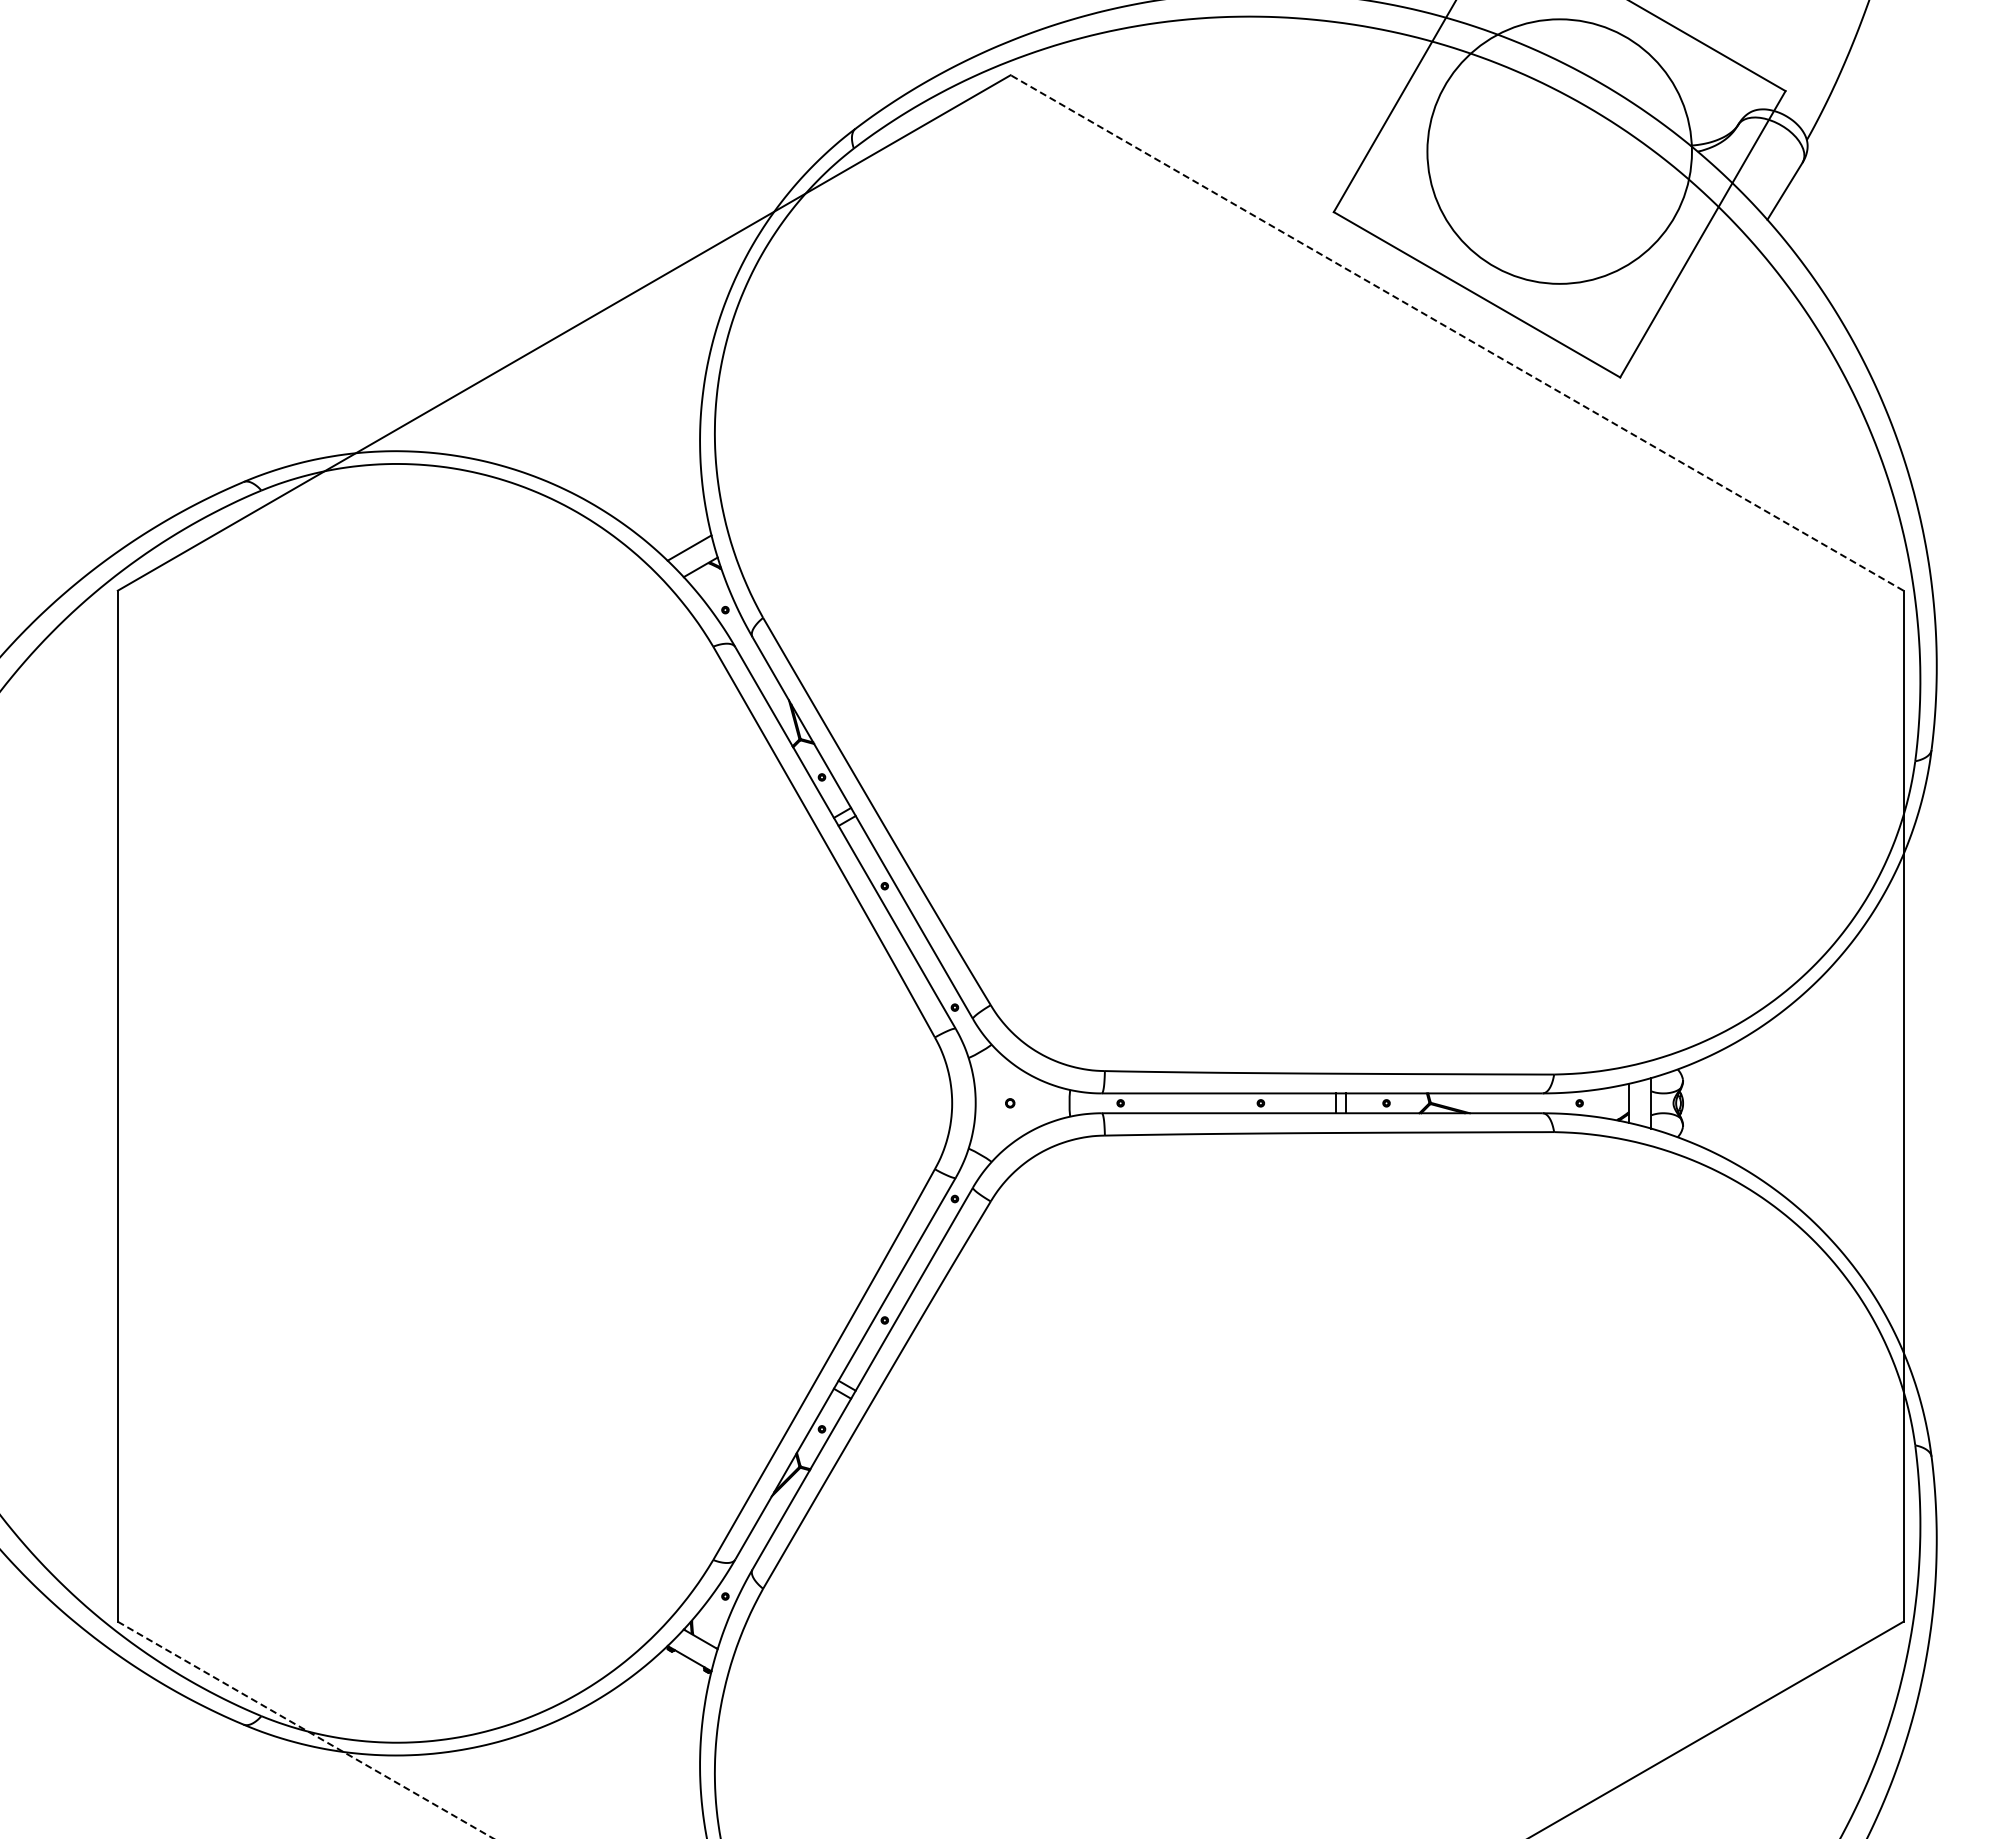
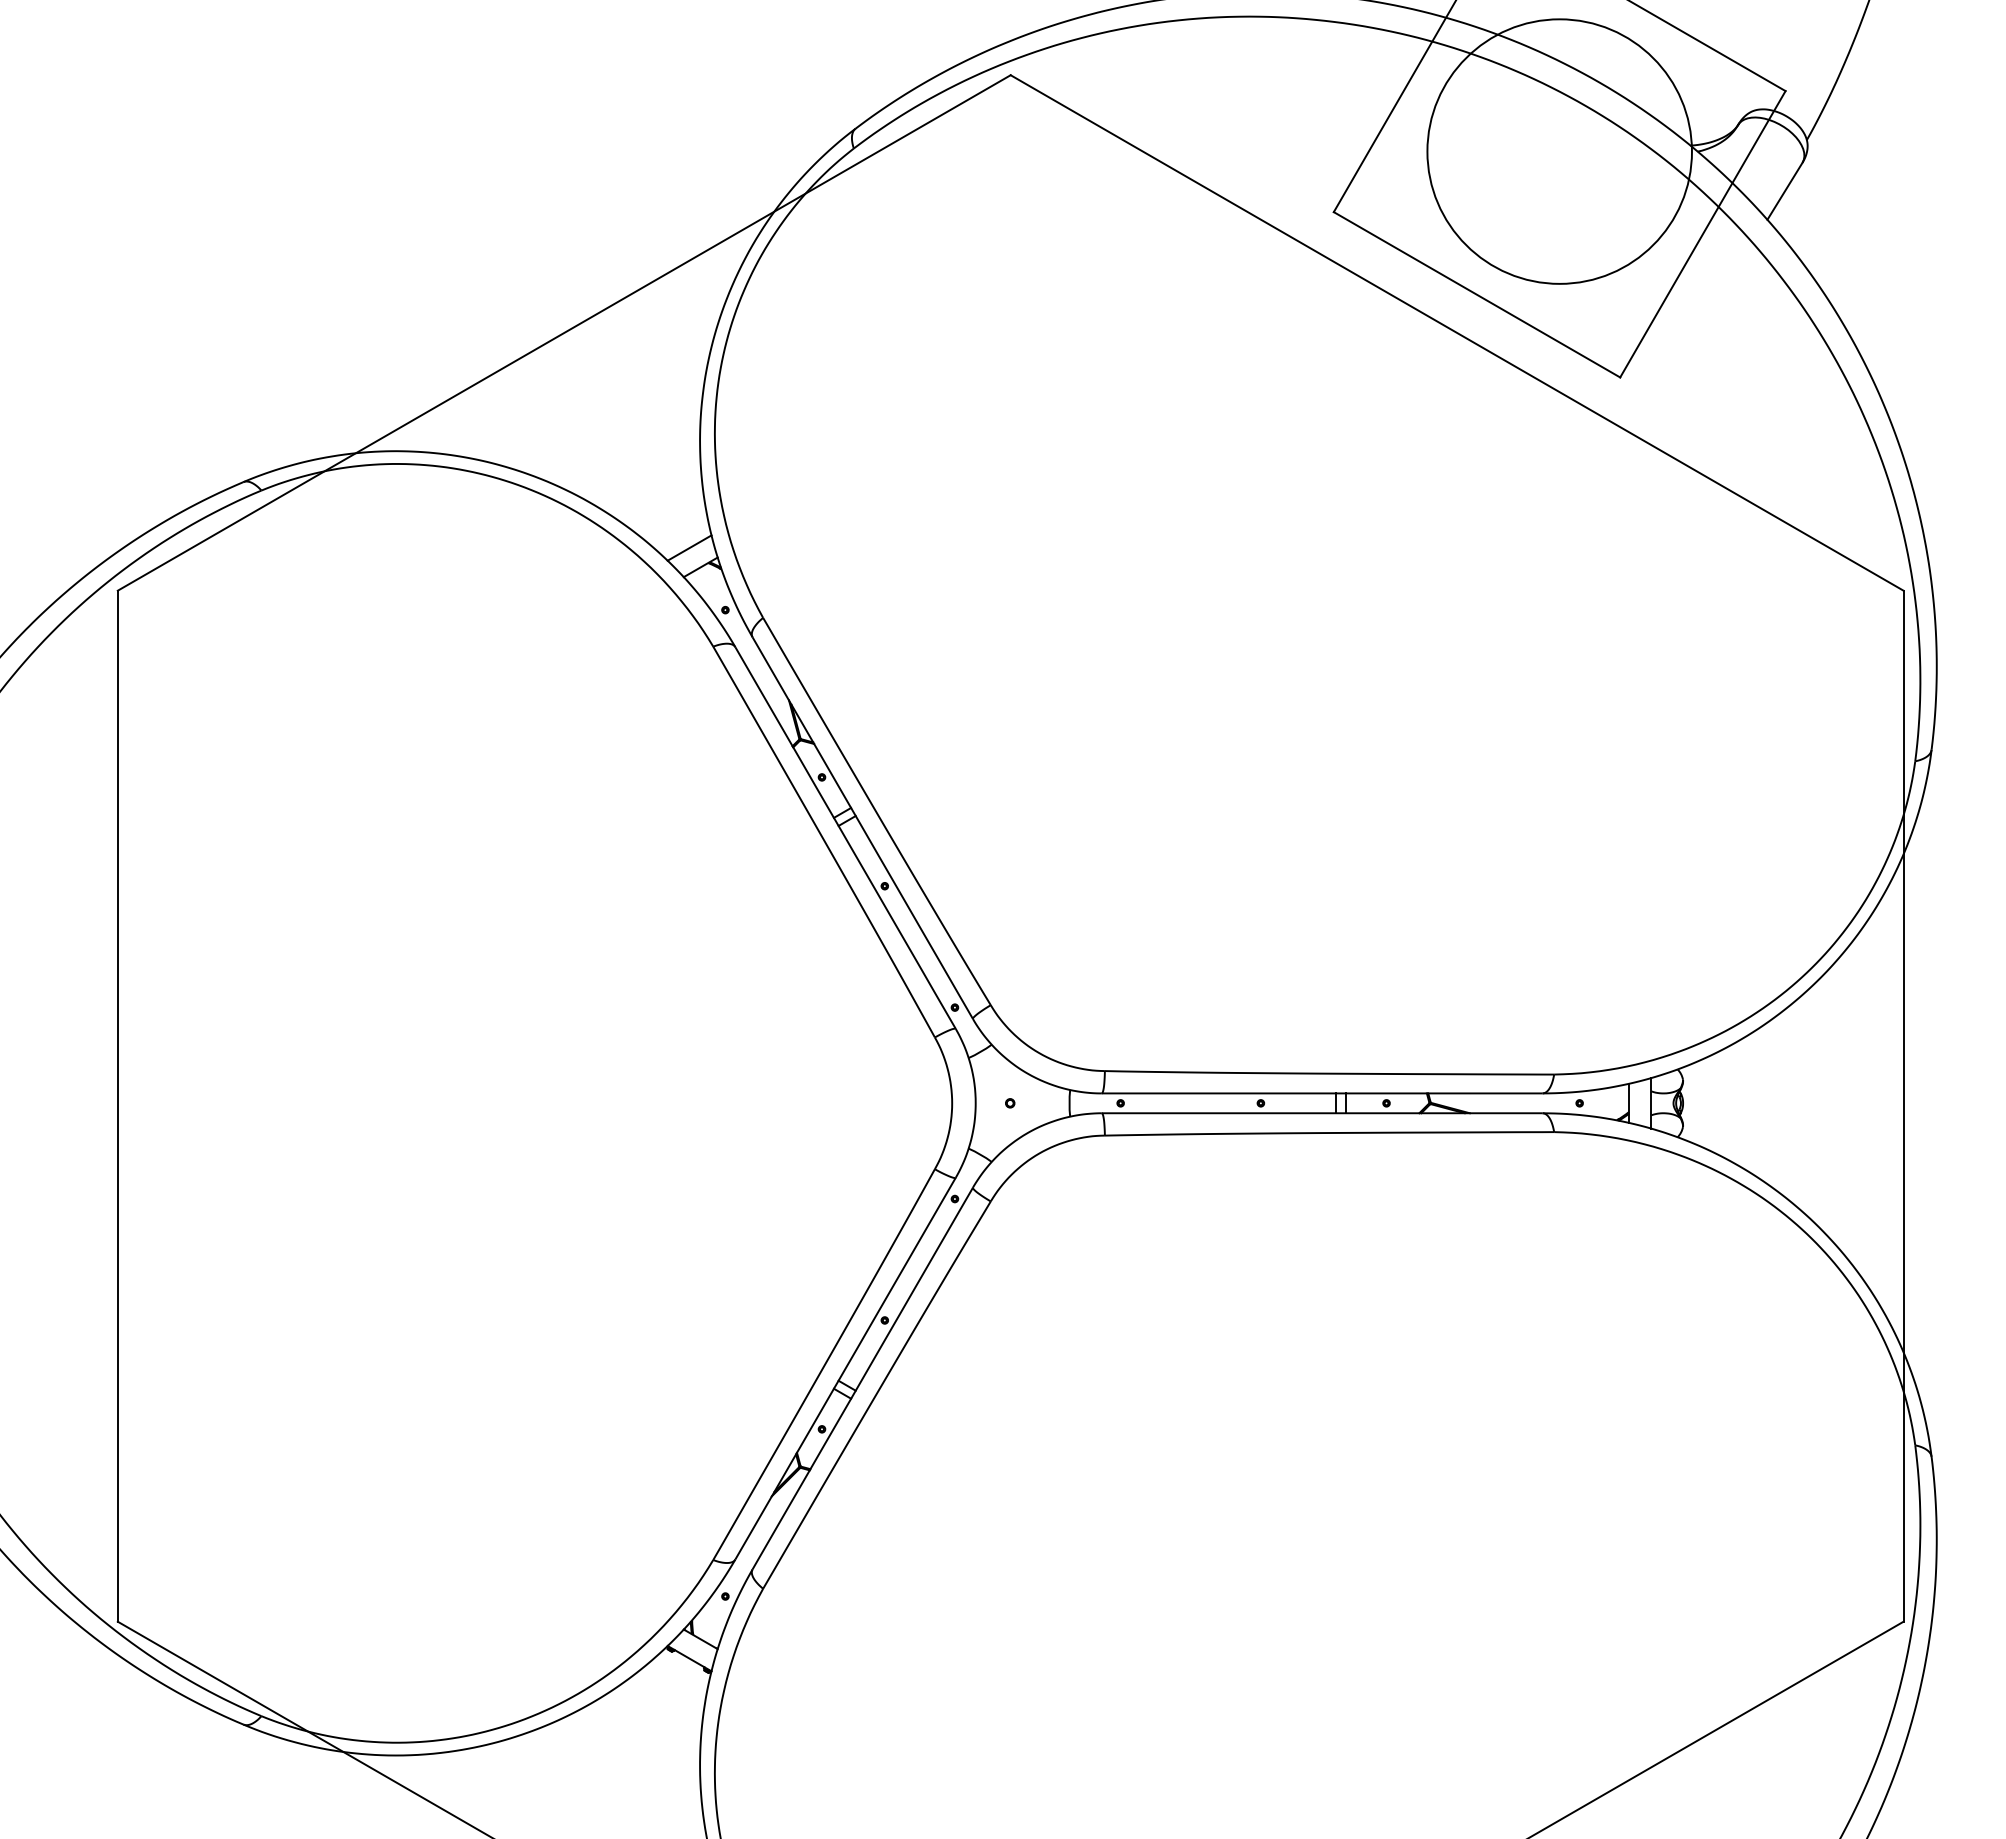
line at (1456, 332): dashed -> solid
line at (305, 1730): dashed -> solid
